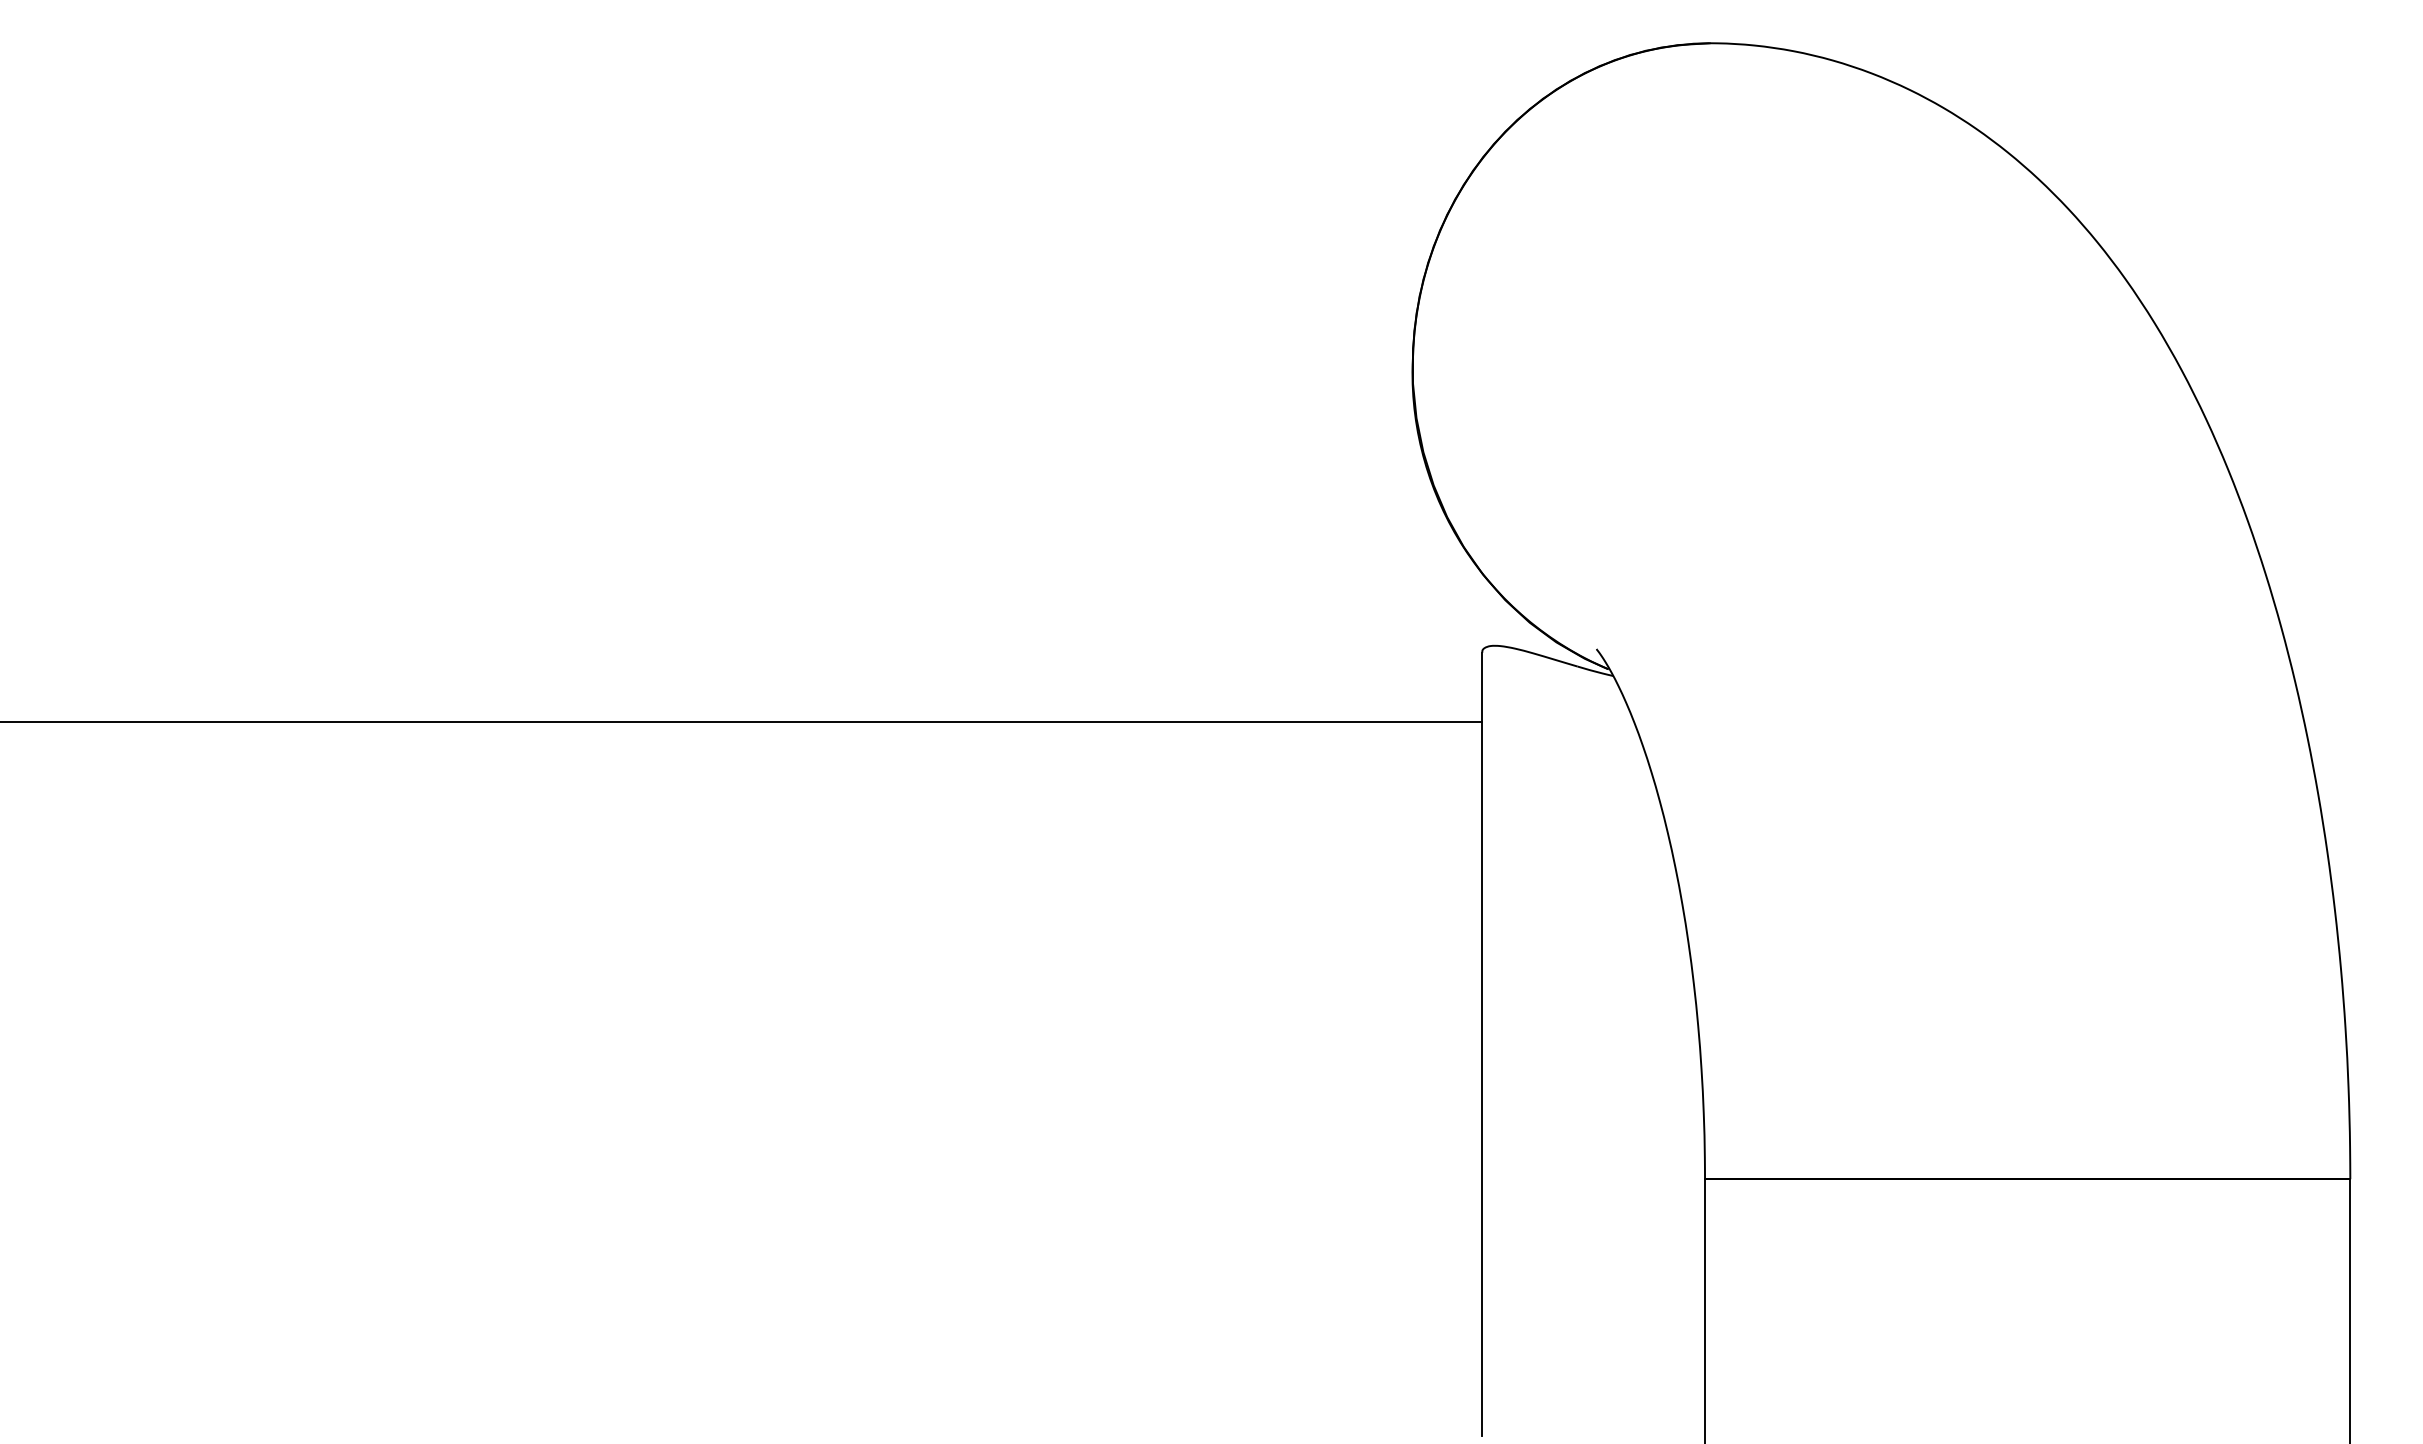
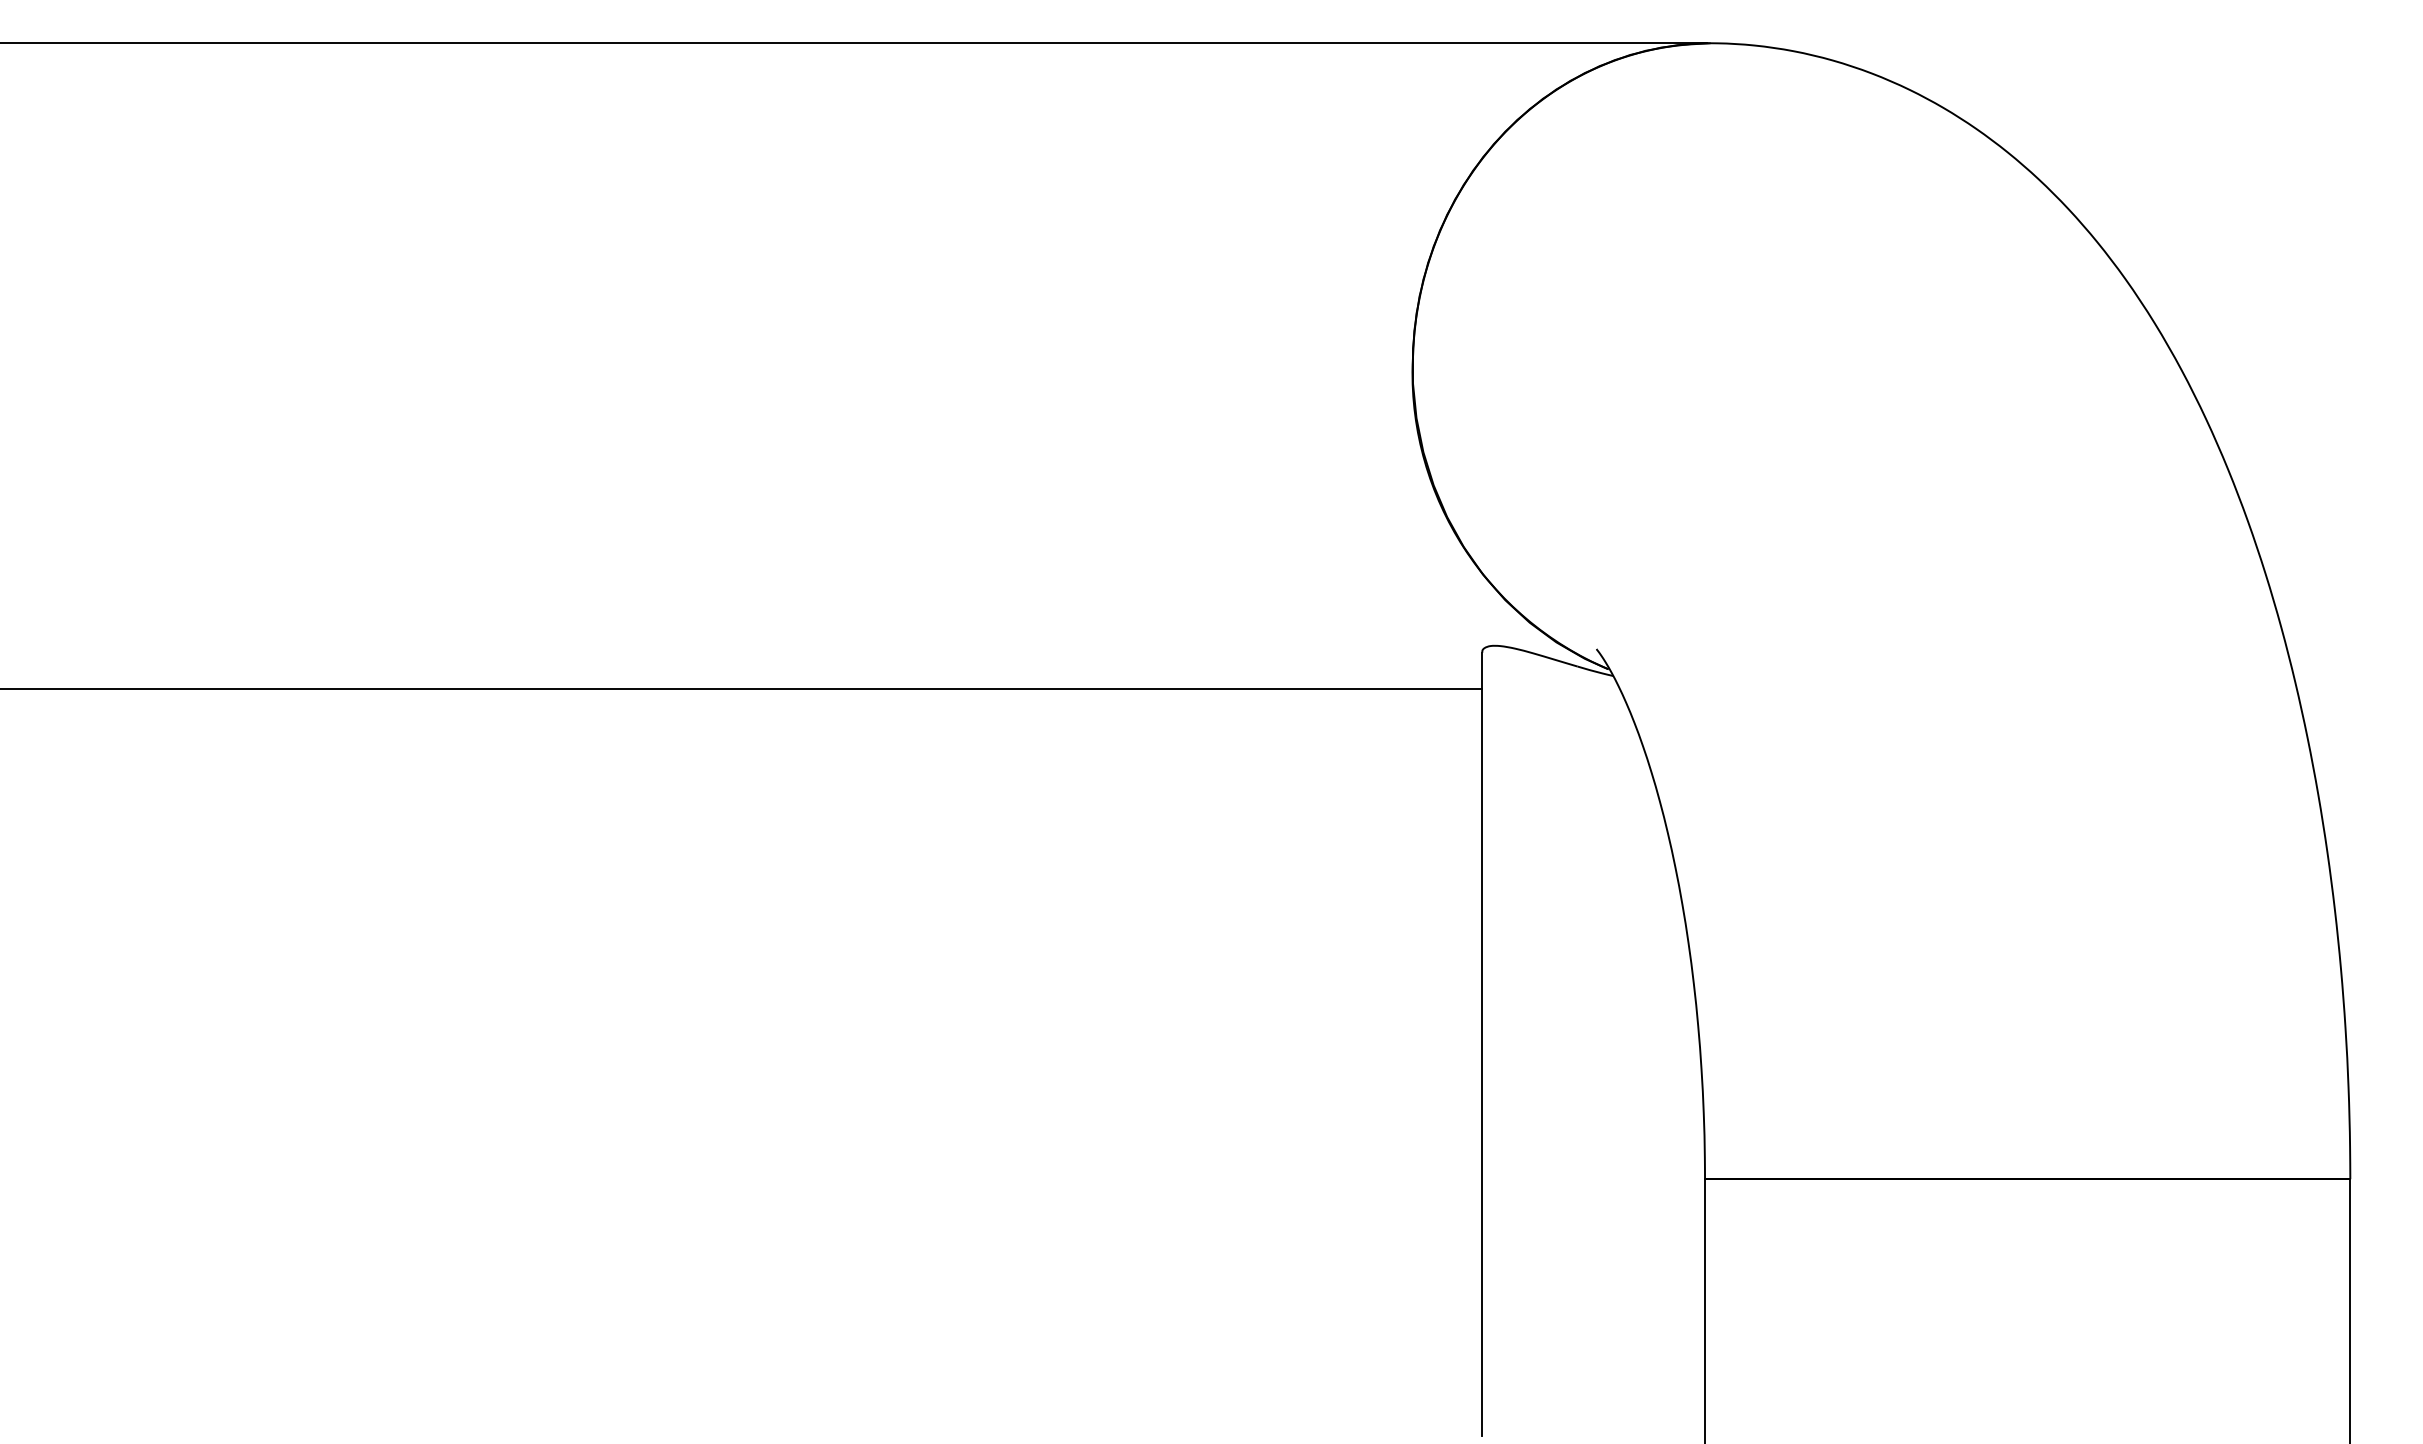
line at (854, 43): none -> present
line at (742, 721) position: (742, 721) -> (742, 688)
